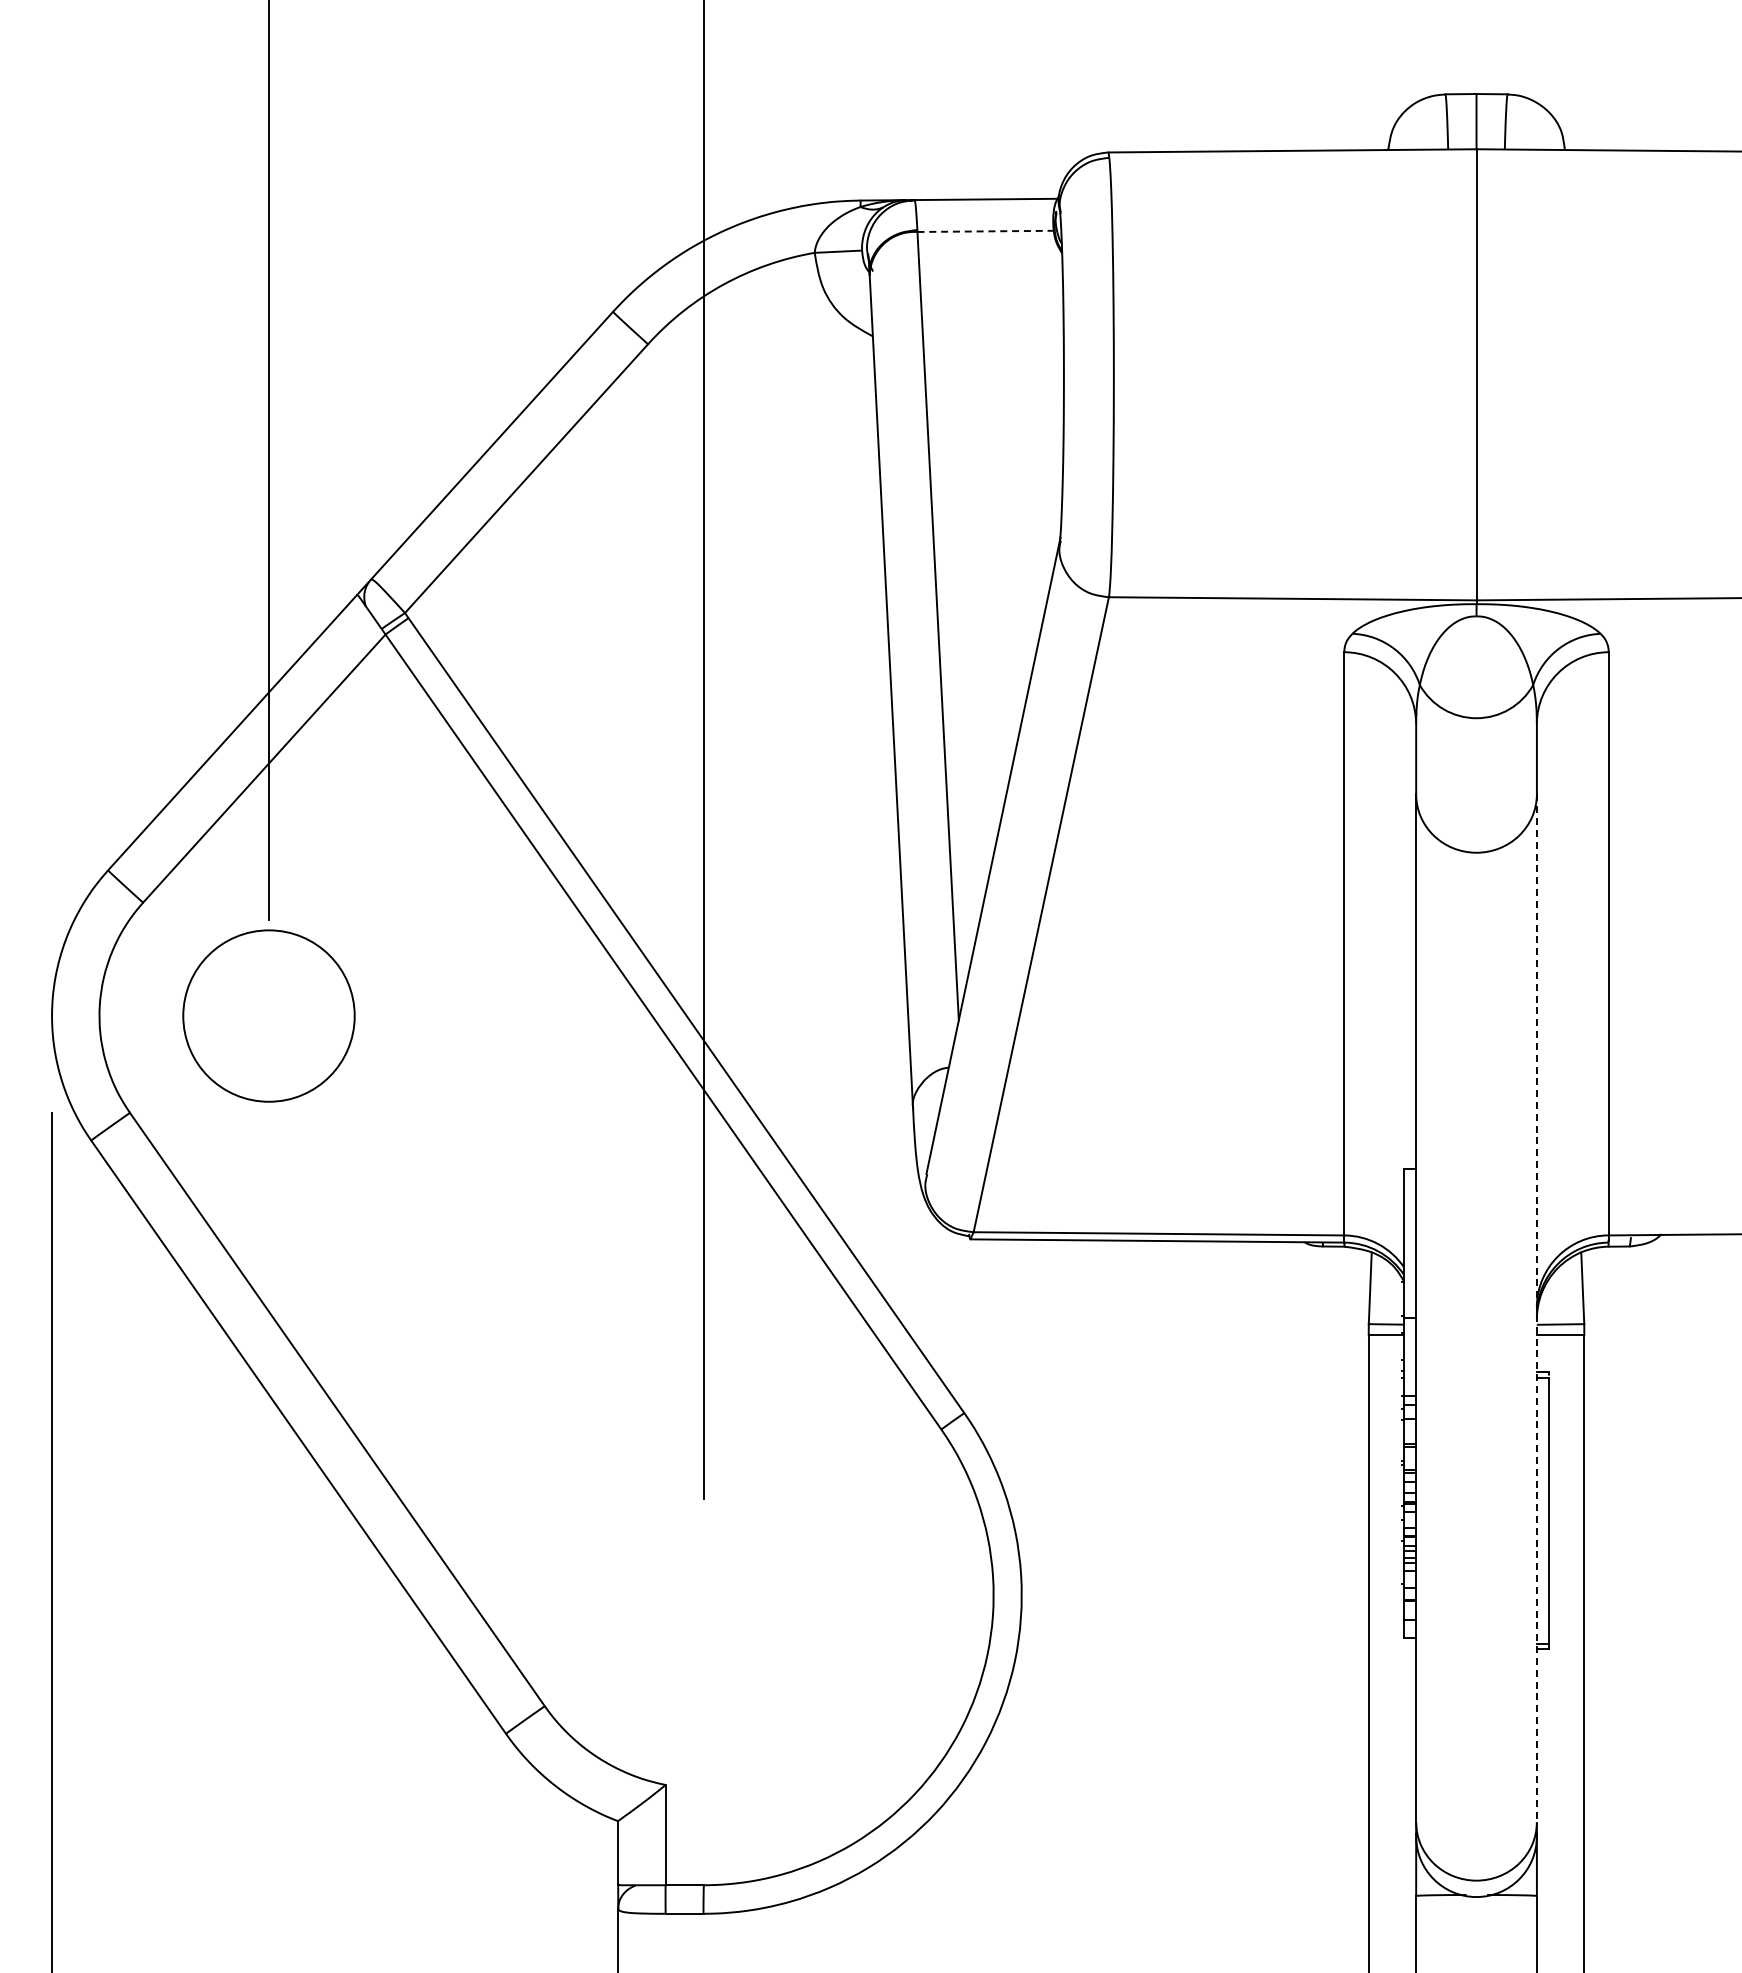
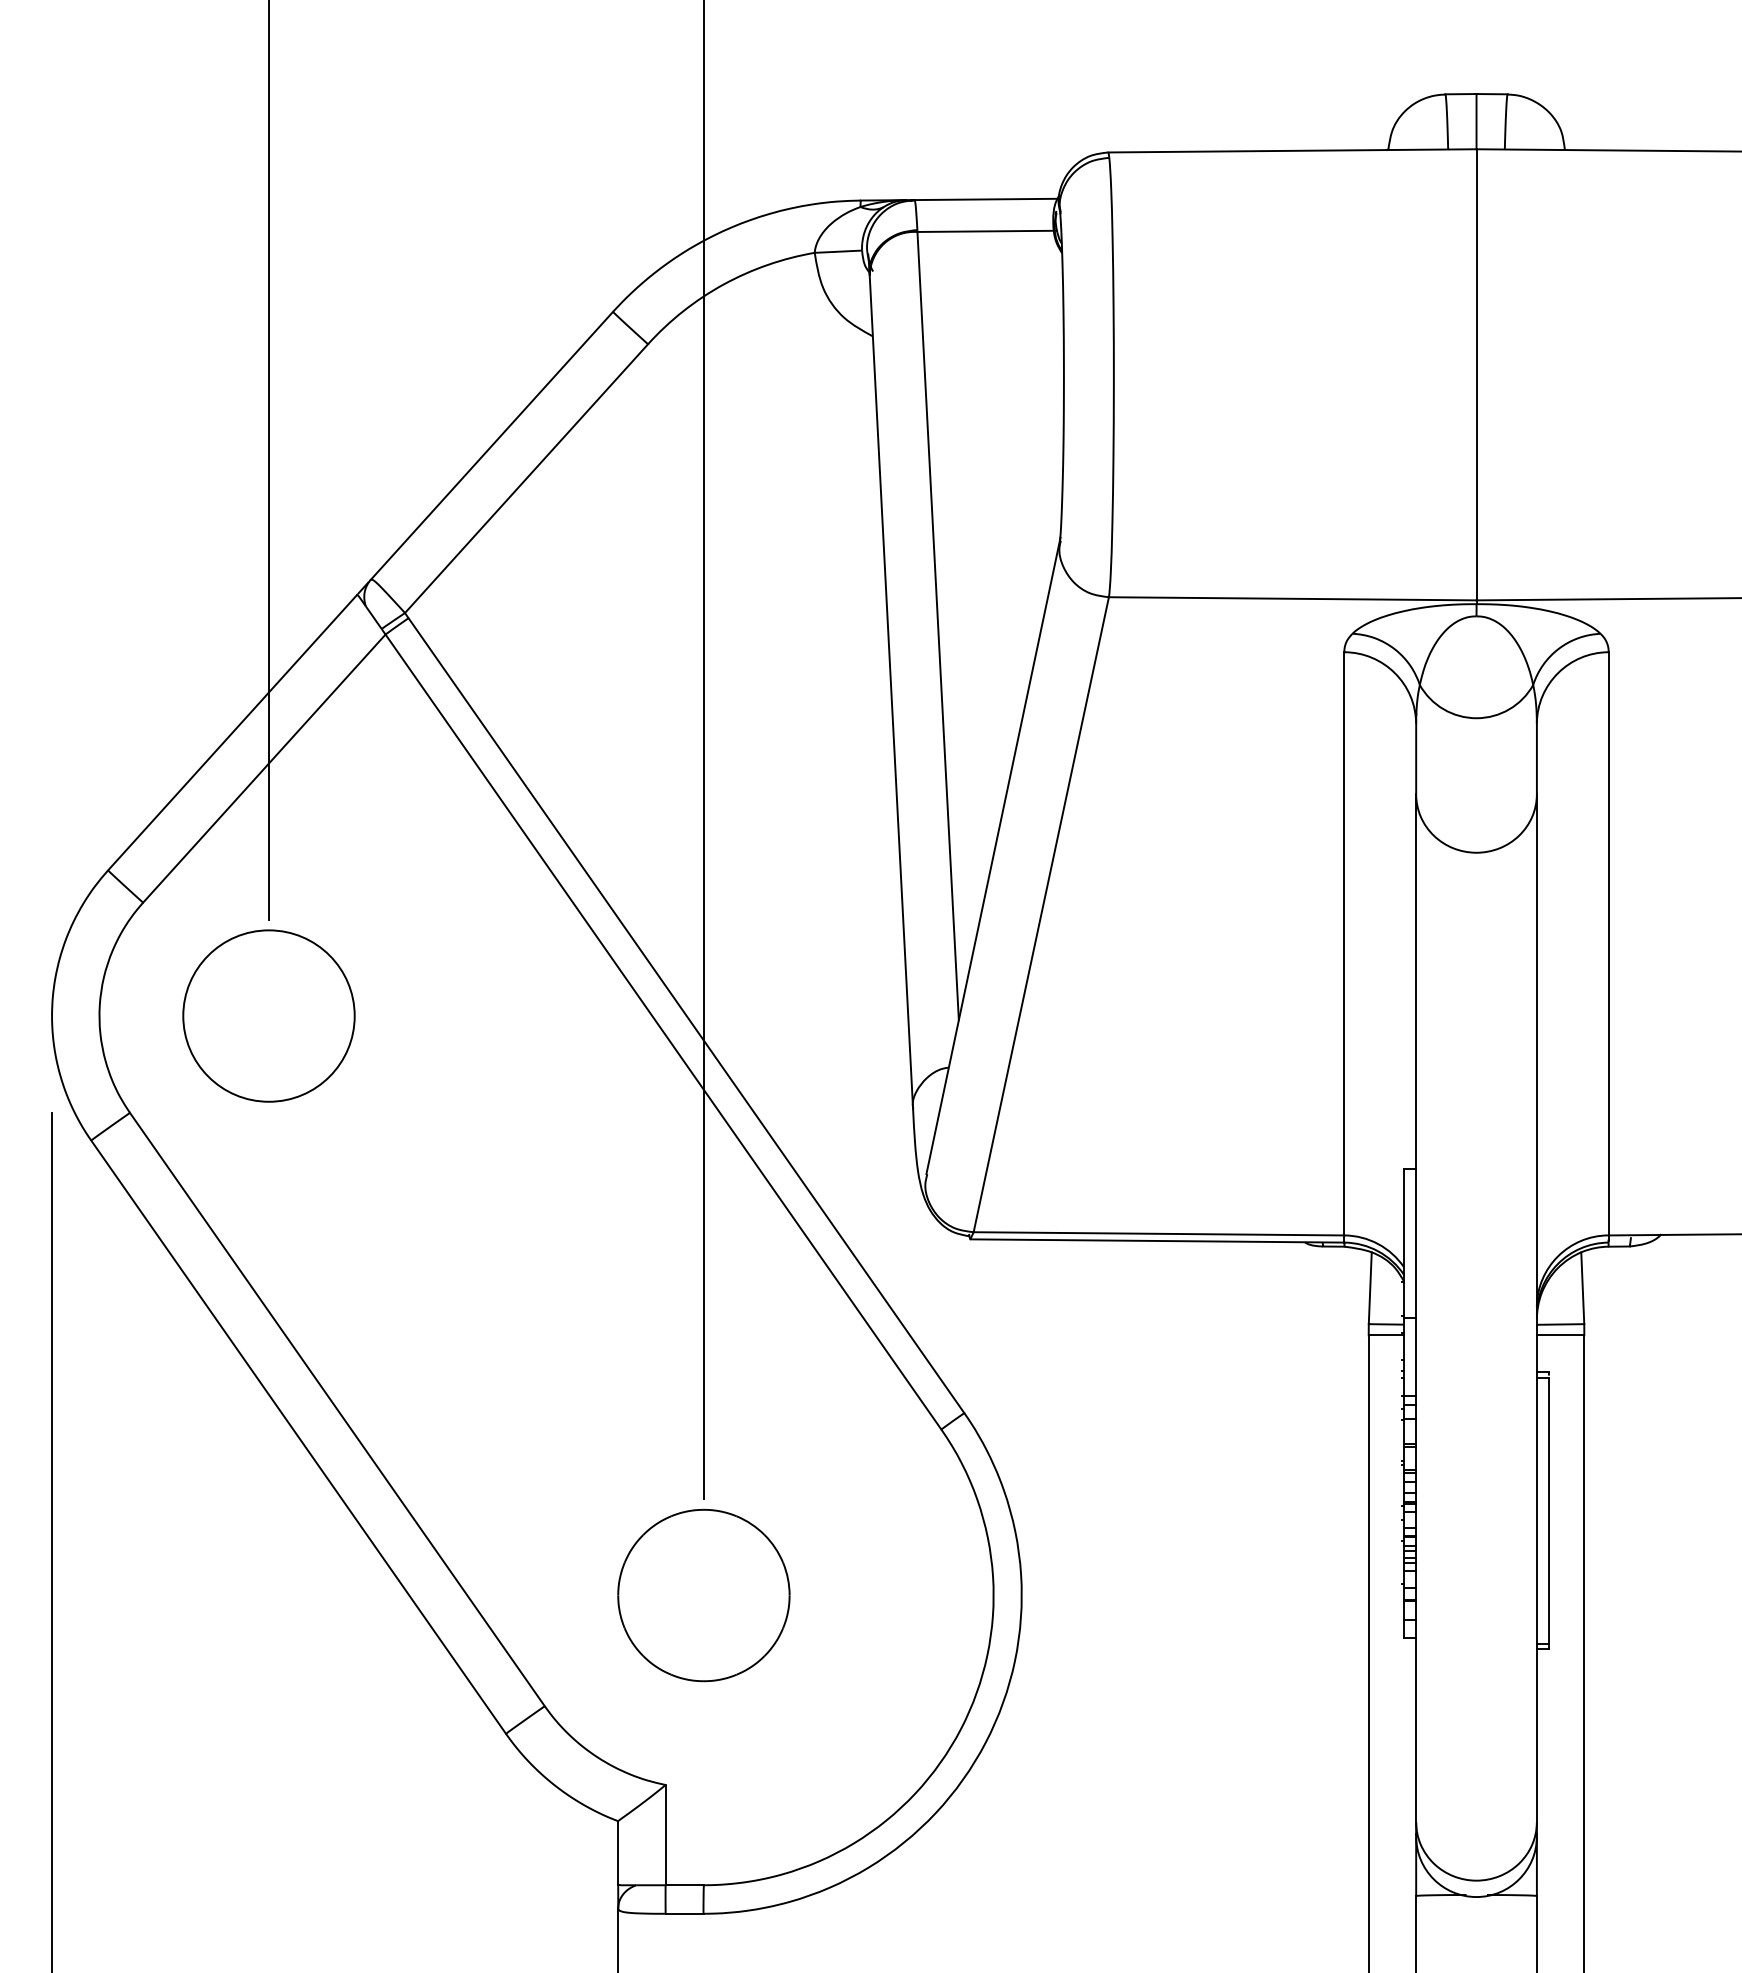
line at (987, 231): dashed -> solid
line at (1536, 1308): dashed -> solid
part at (703, 1595): none -> present
